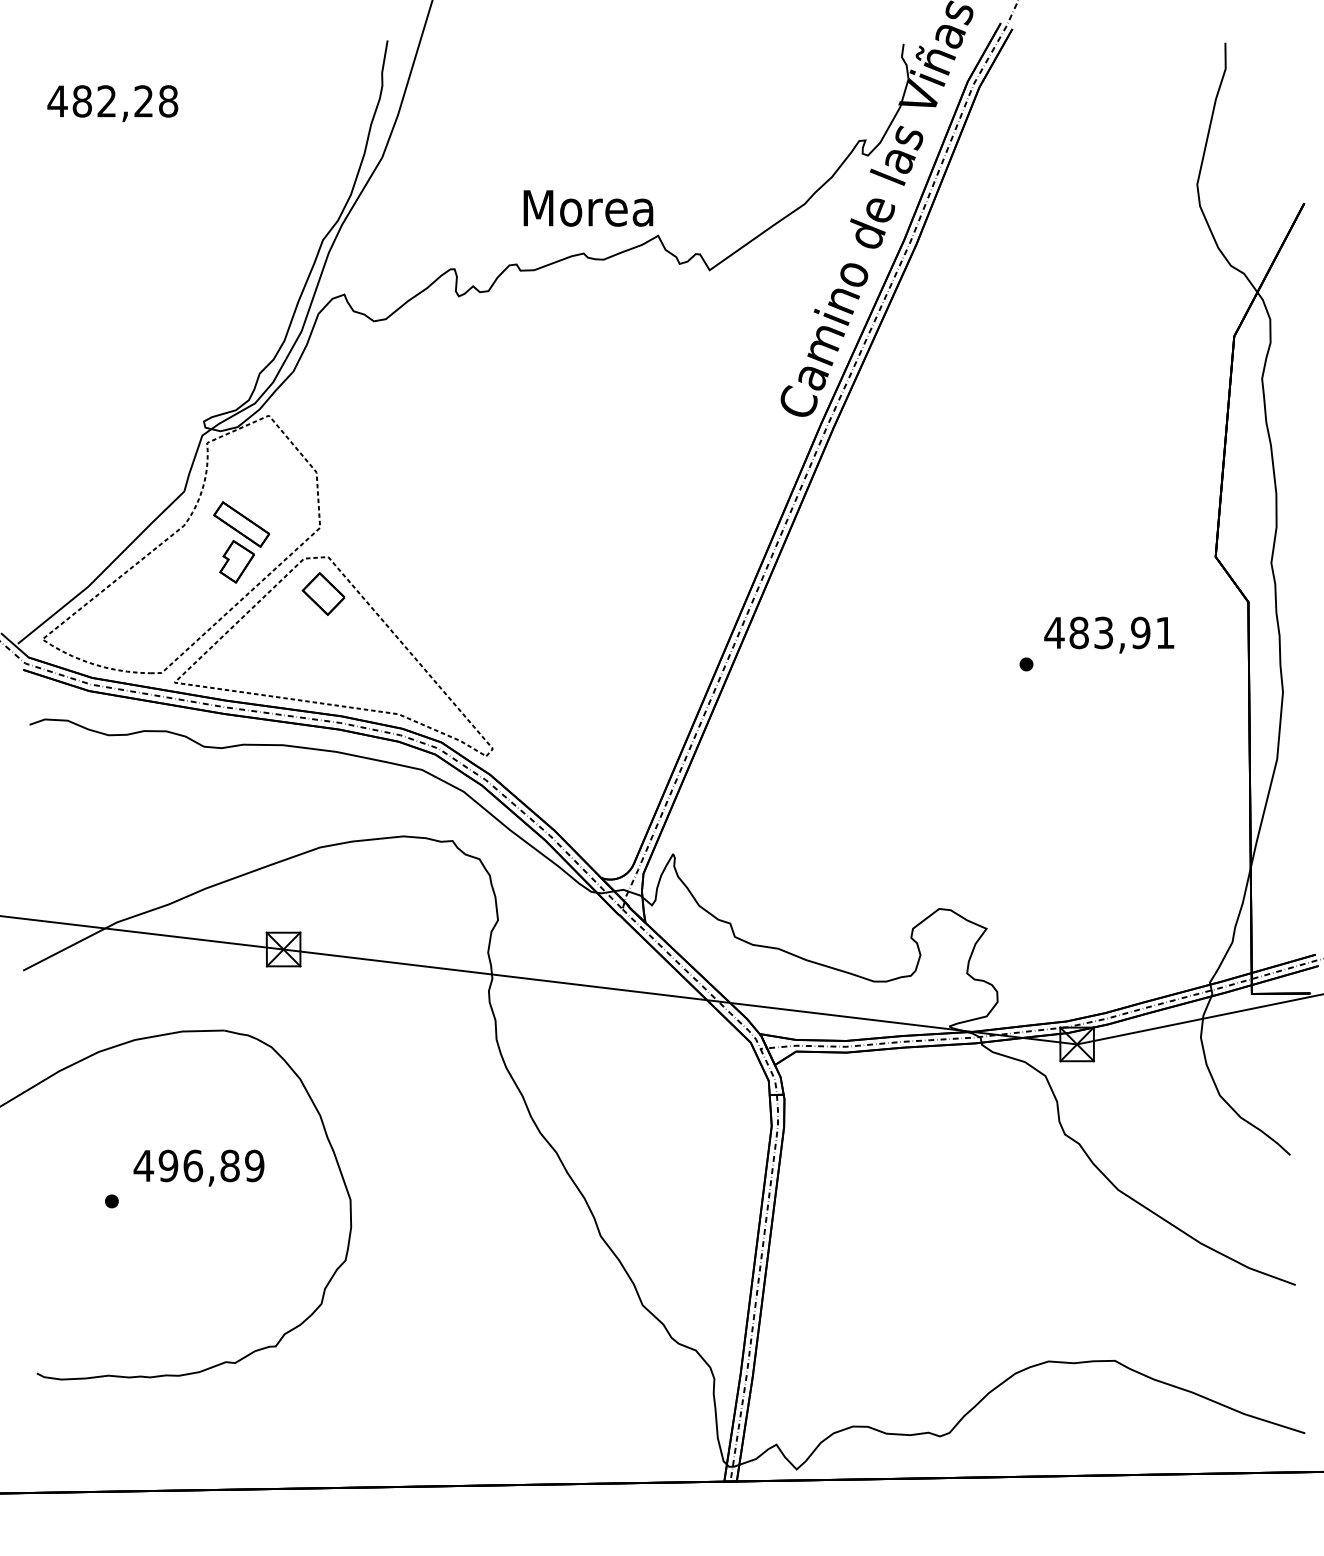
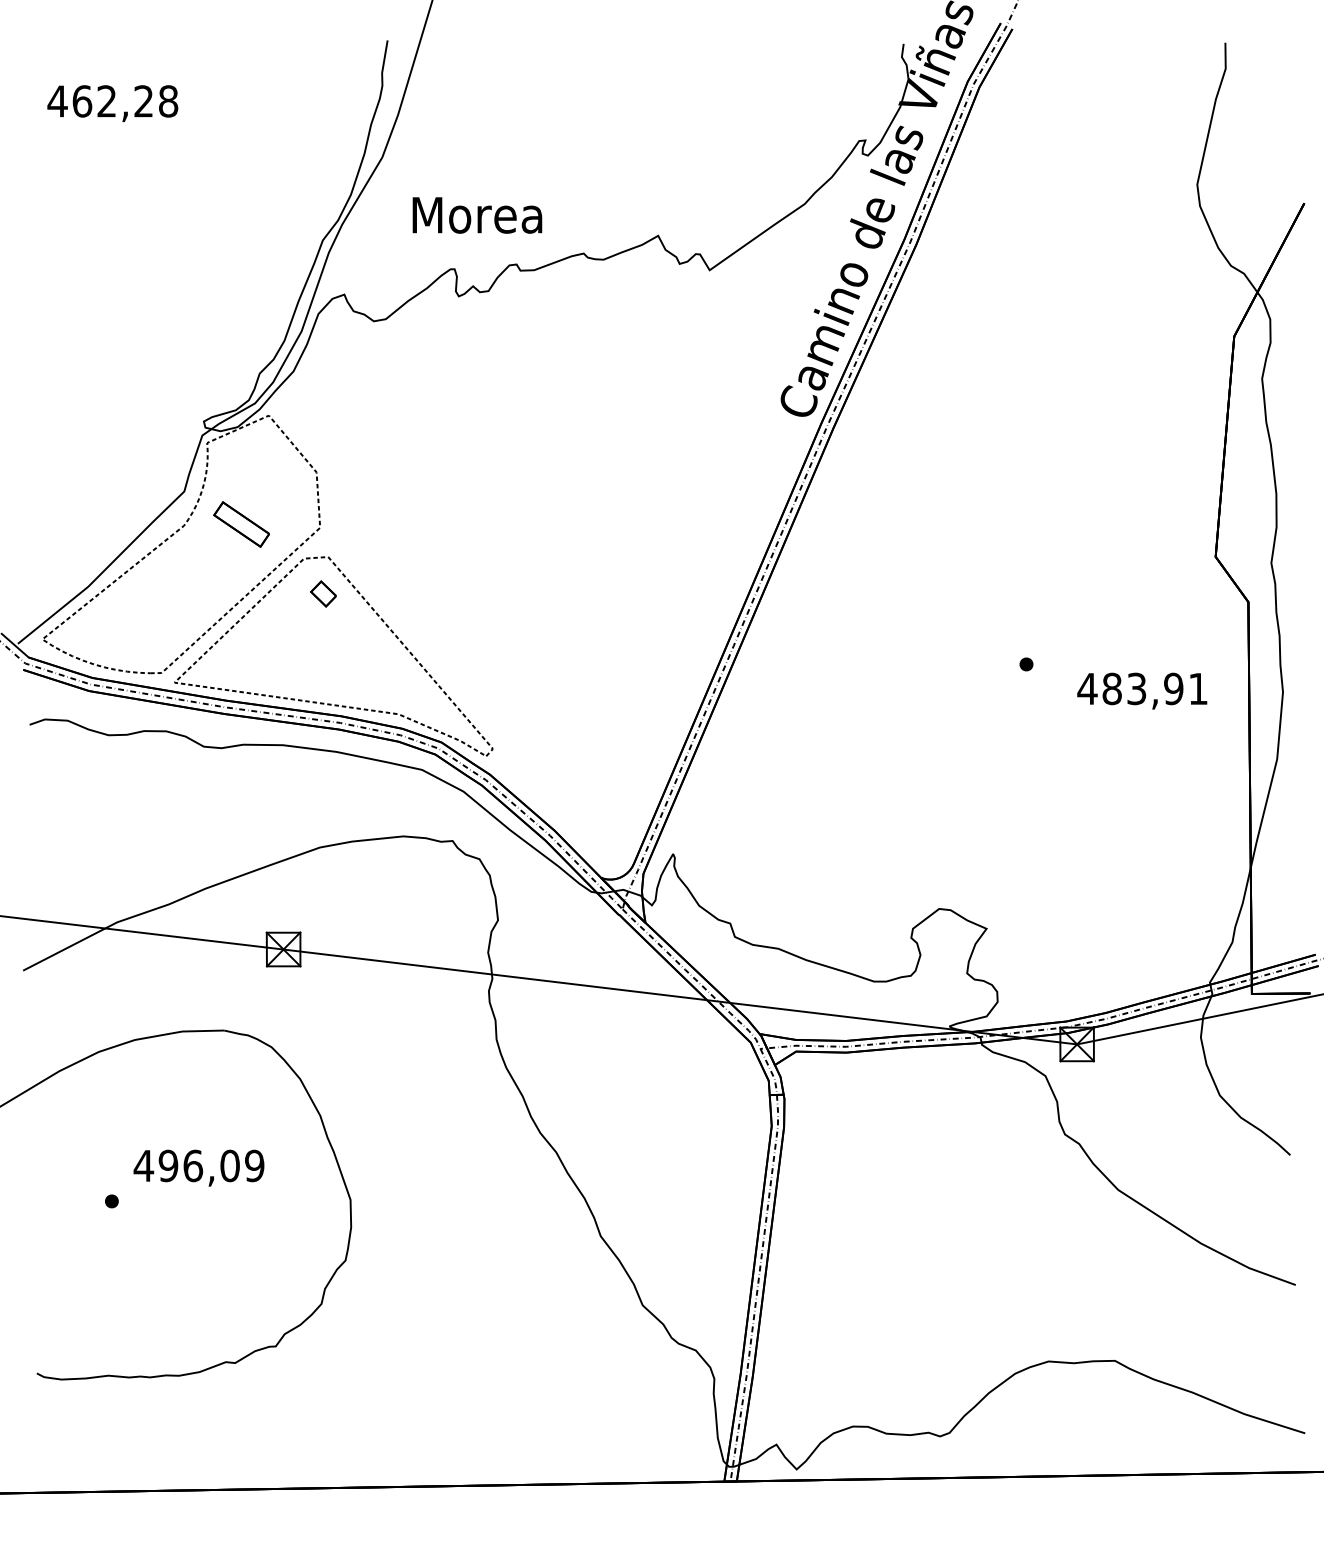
text at (82, 101): 482,28 -> 462,28
text at (588, 208) position: (588, 208) -> (477, 215)
part at (236, 561): present -> none
part at (323, 593) size: 45x44 px -> 27x28 px
text at (1109, 634) position: (1109, 634) -> (1142, 690)
text at (229, 1165): 496,89 -> 496,09
